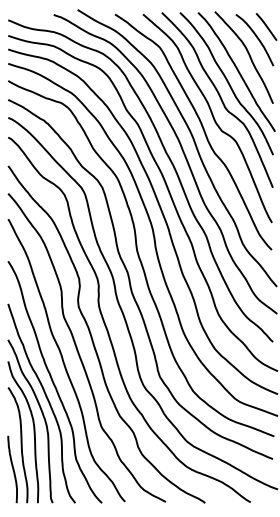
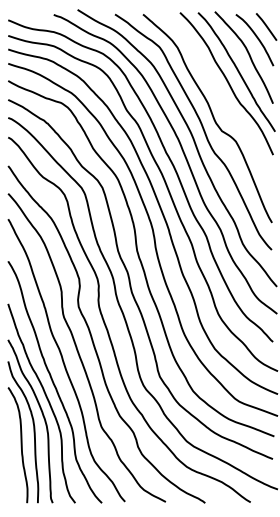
curve at (219, 97): present -> none
curve at (12, 469): present -> none
